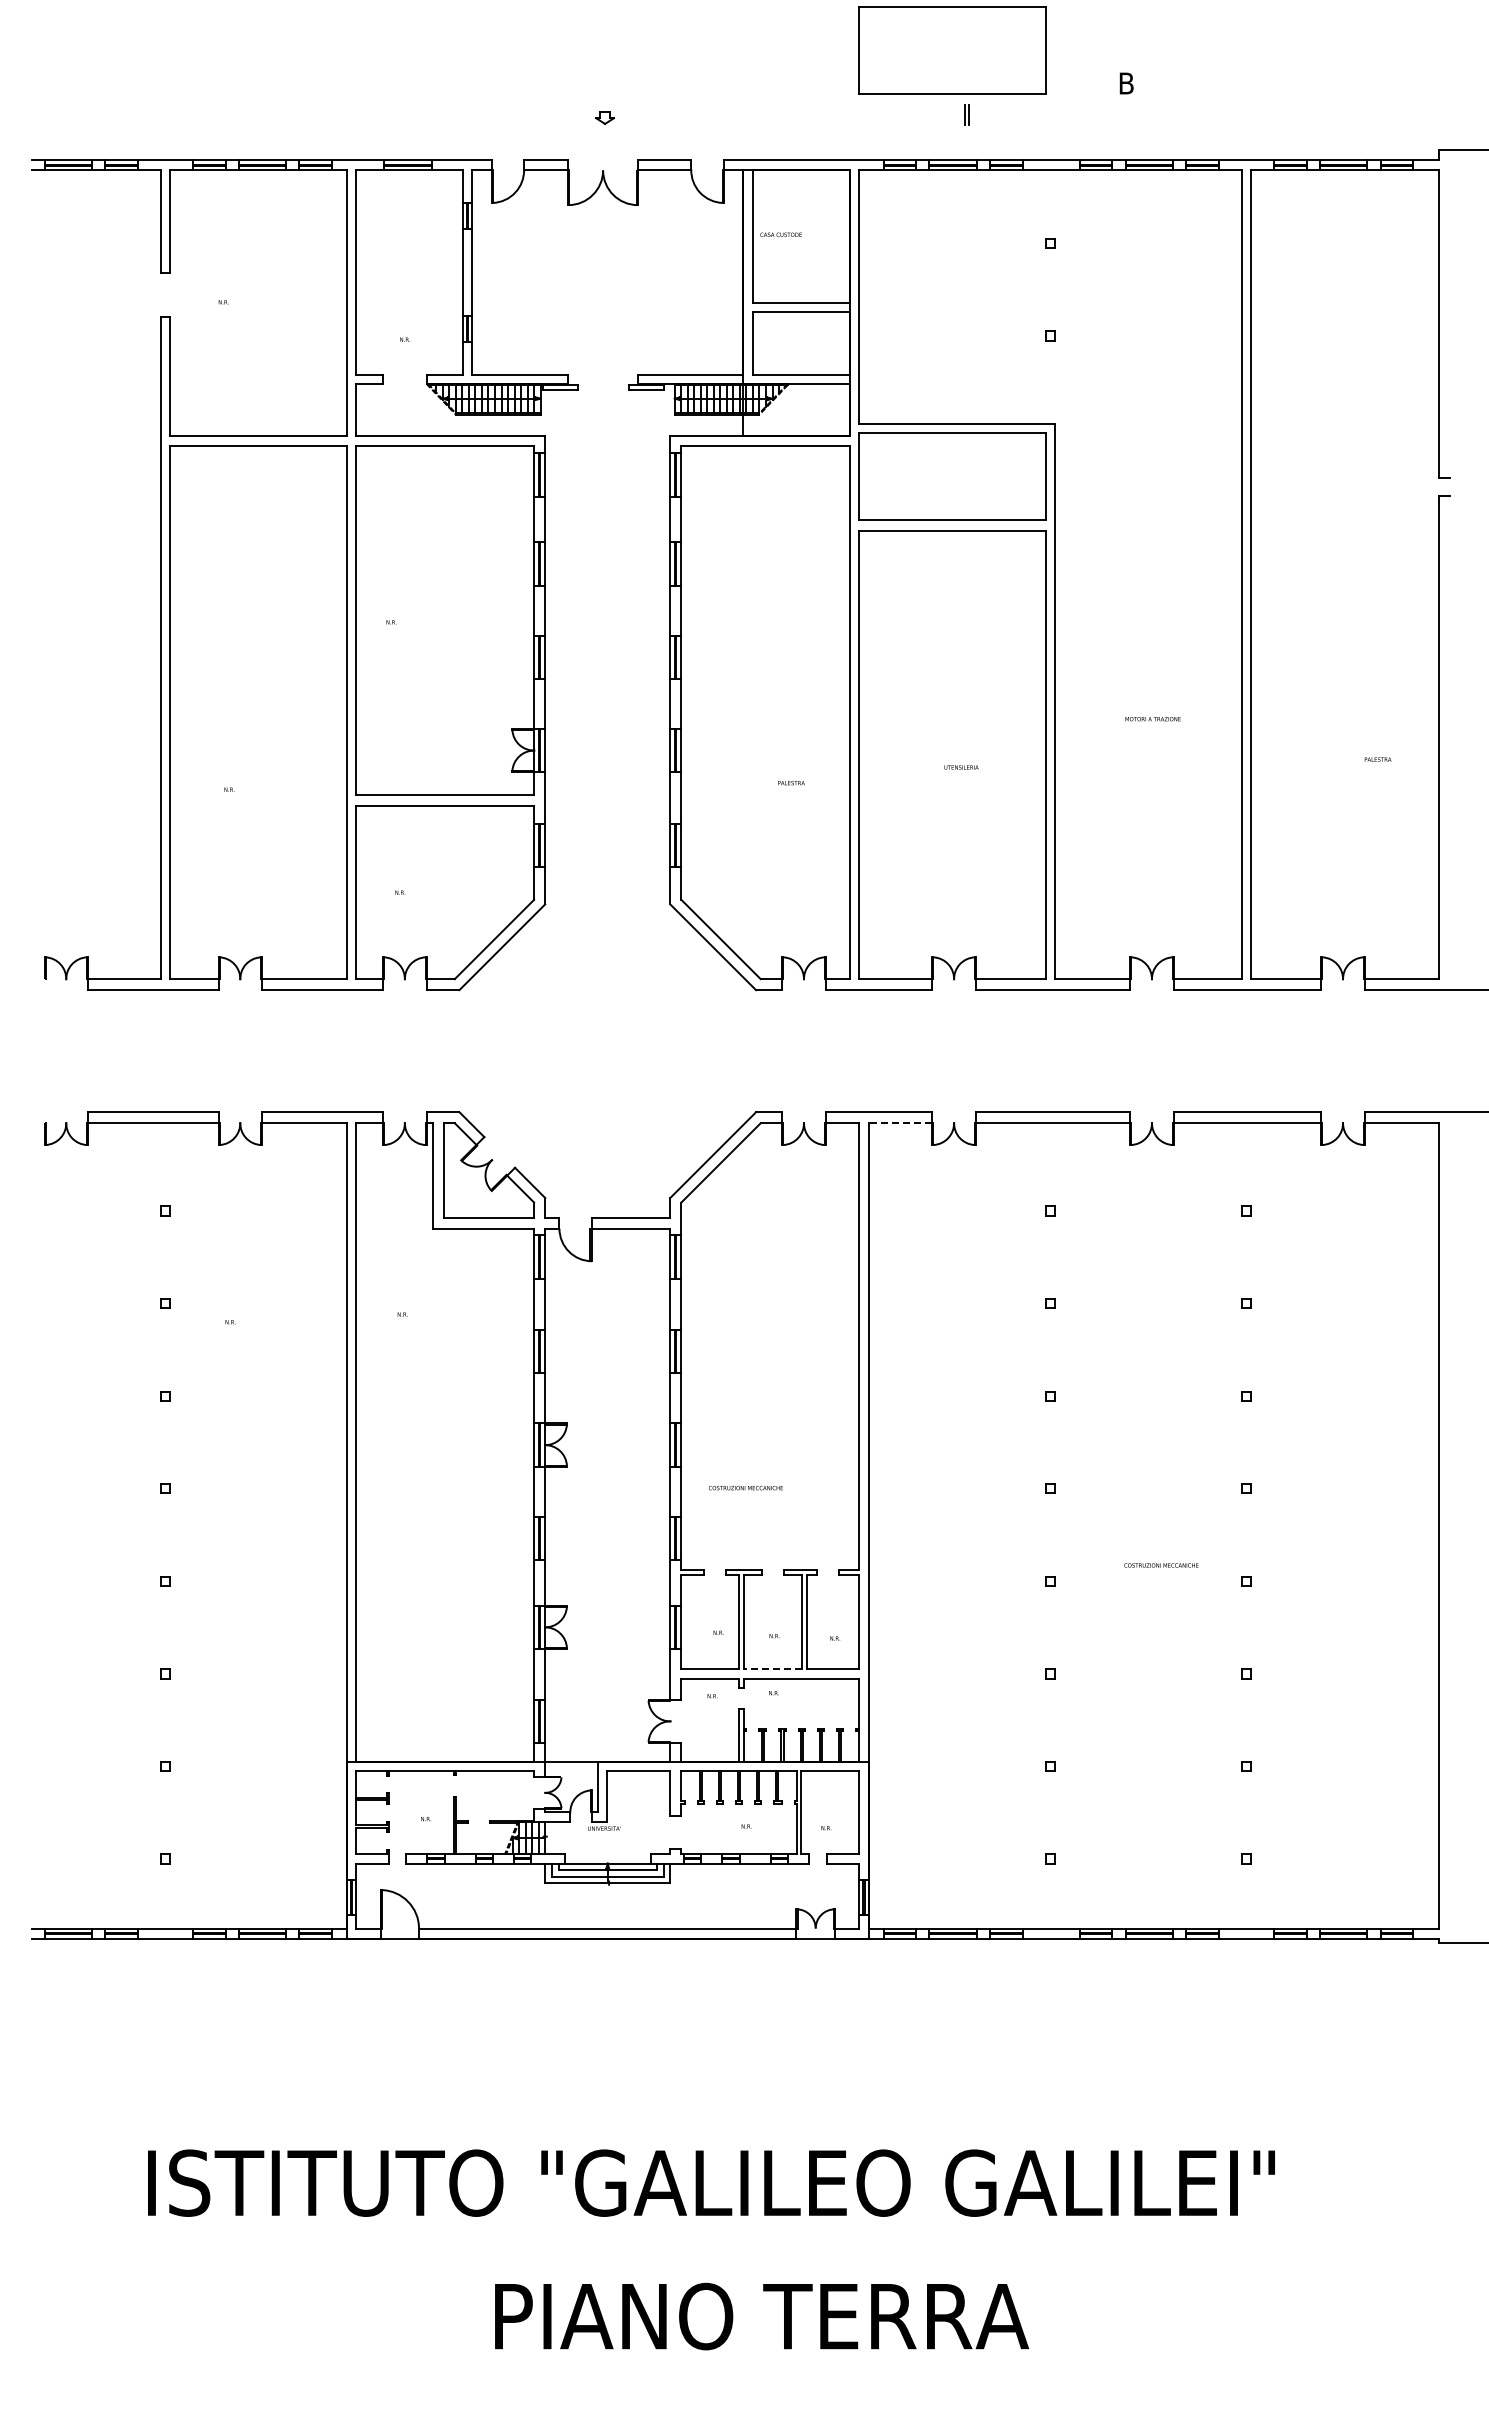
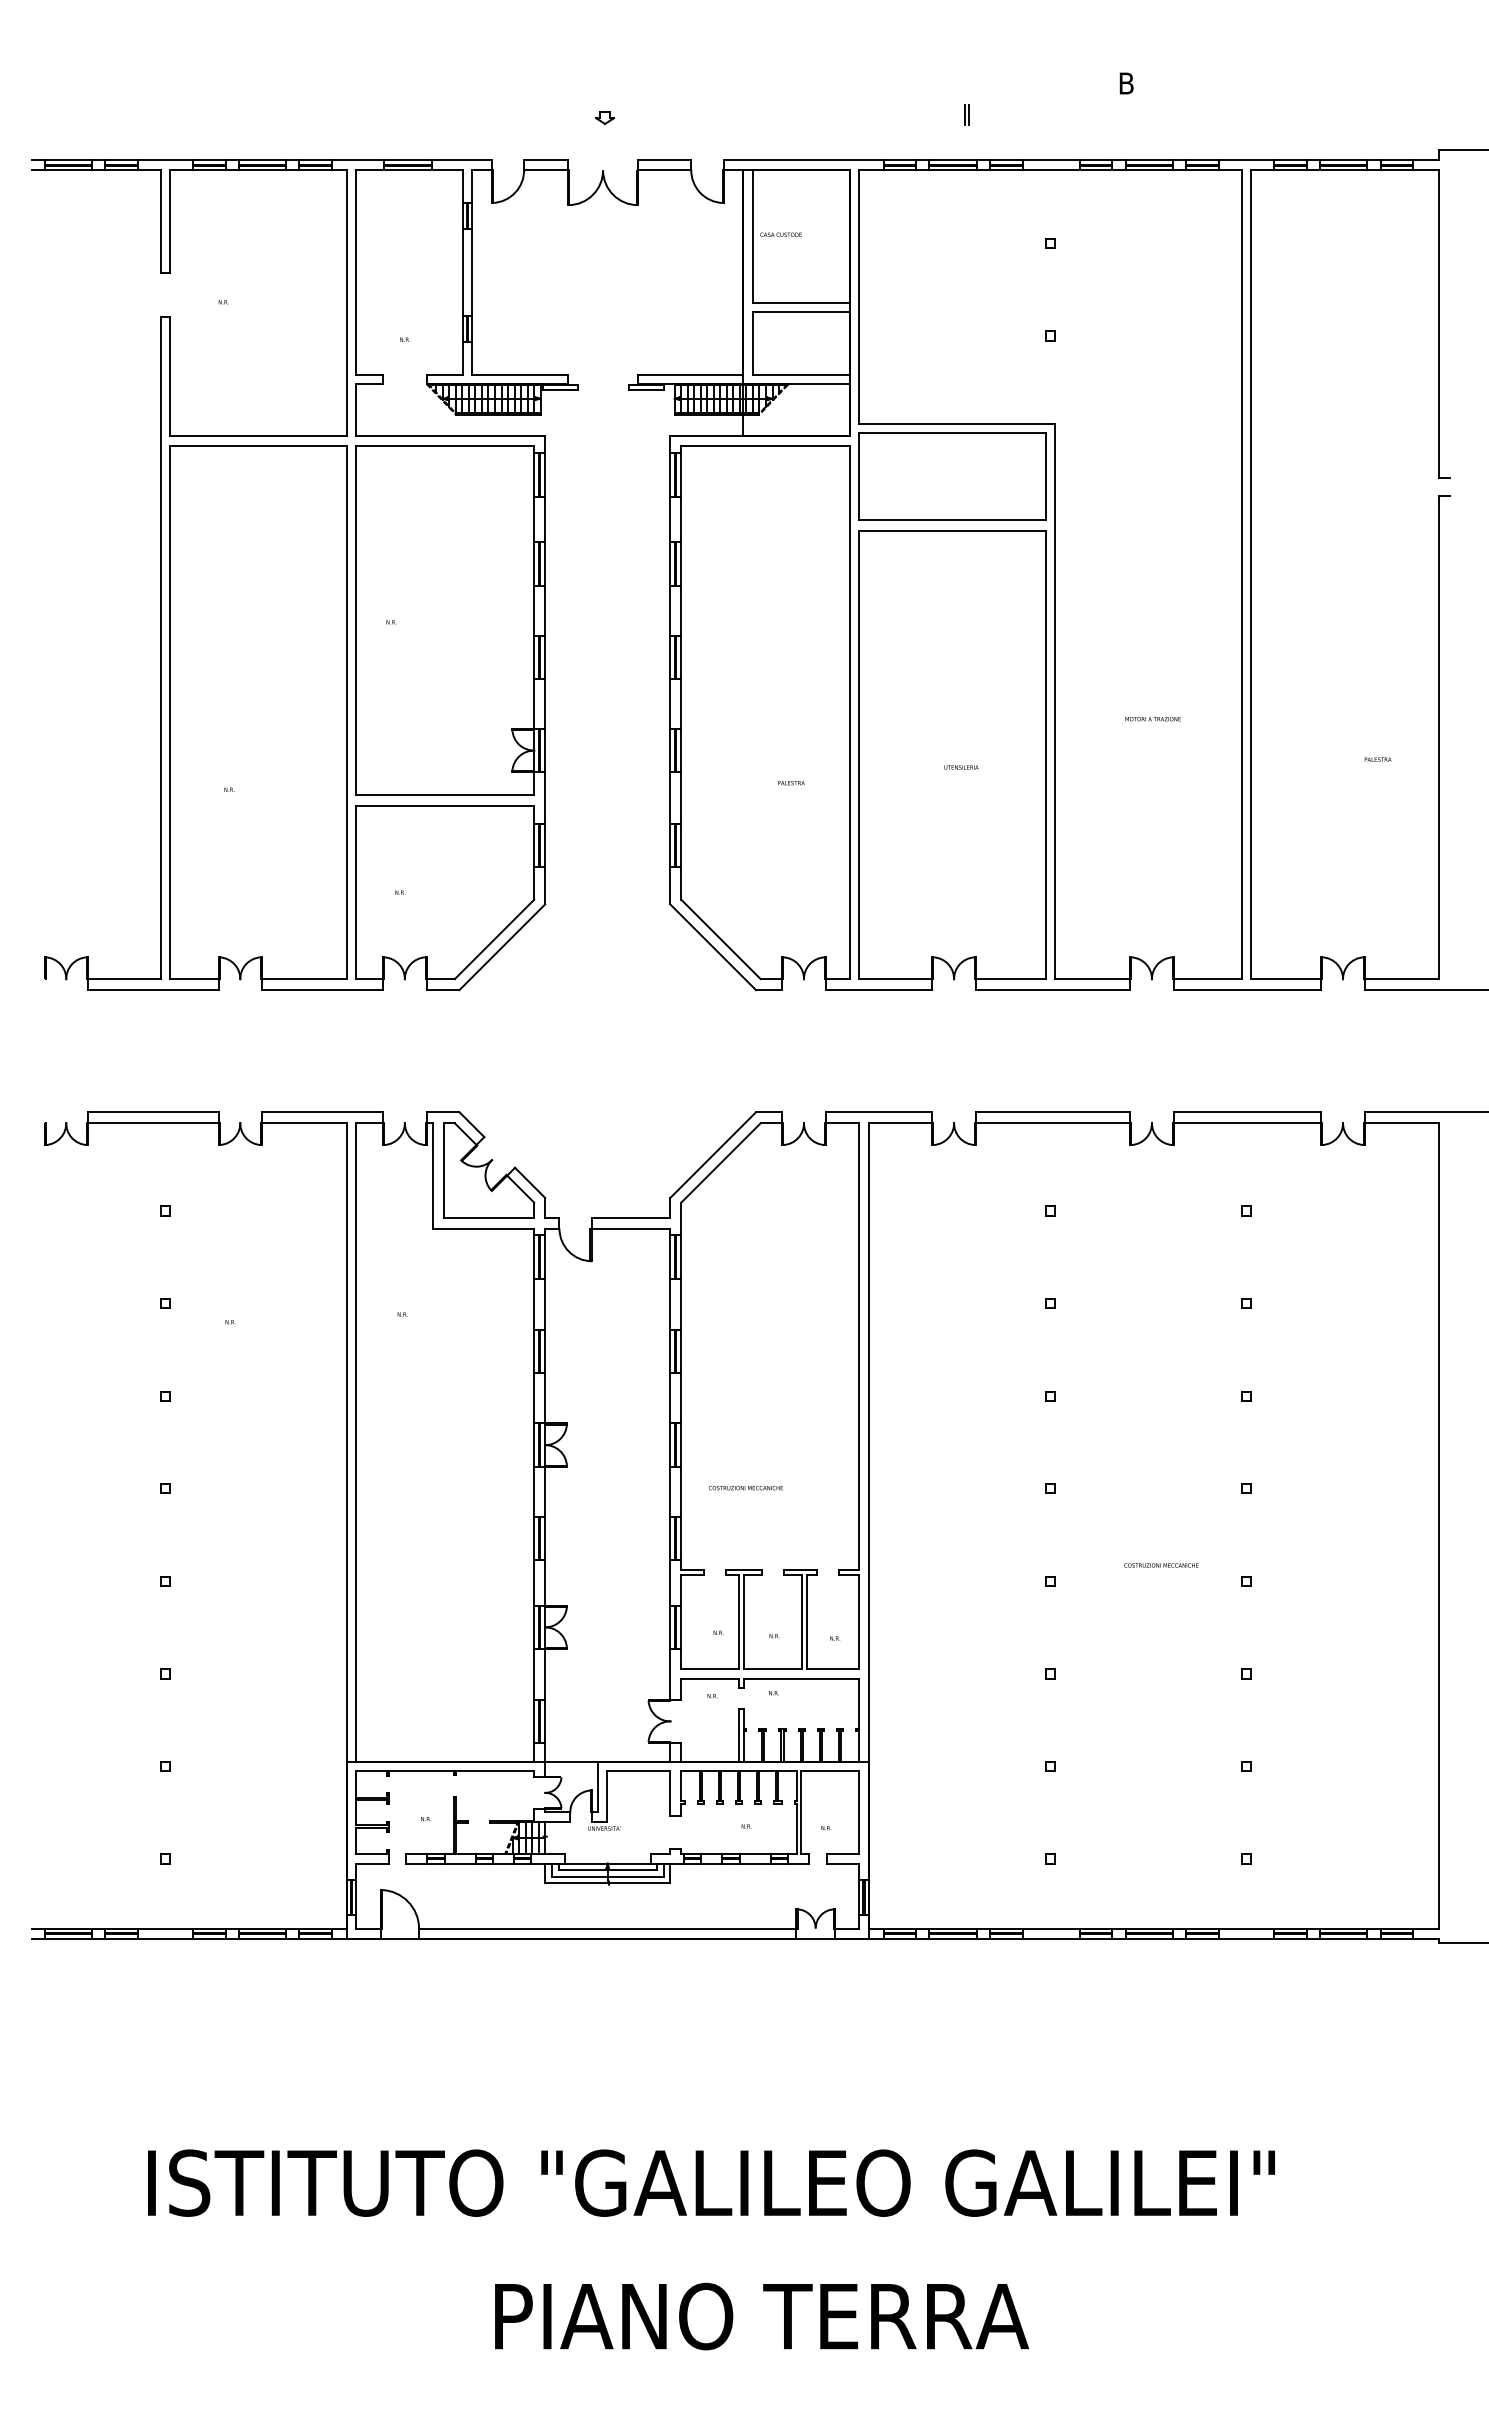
part at (952, 50): present -> none
line at (900, 1123): dashed -> solid
line at (772, 1669): dashed -> solid
